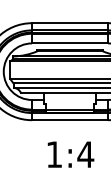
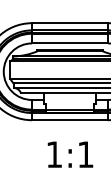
text at (85, 154): 1:4 -> 1:1
